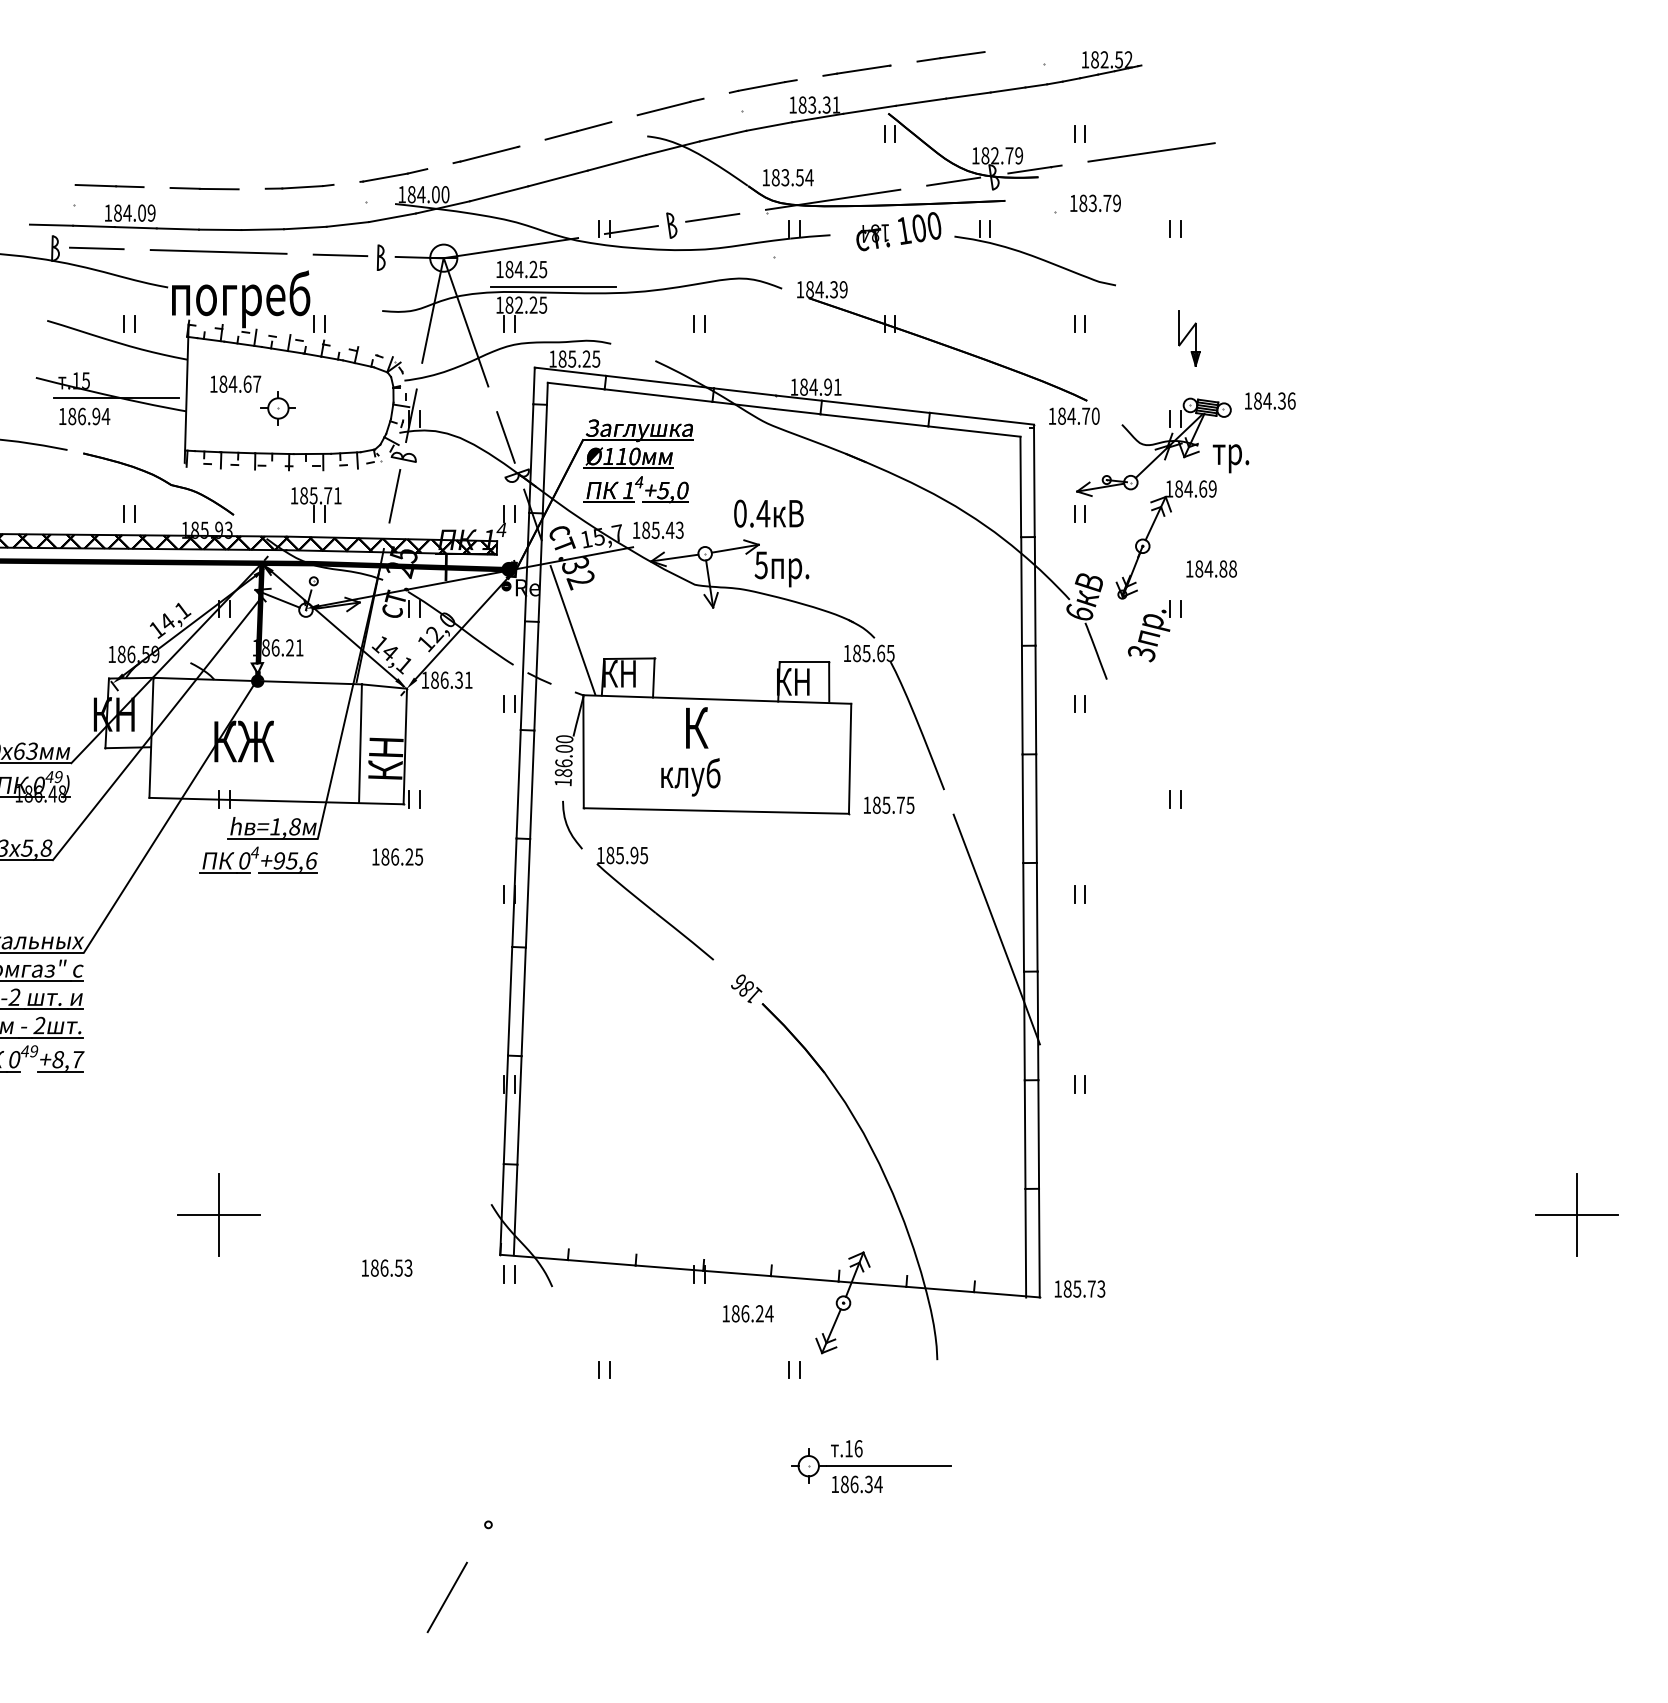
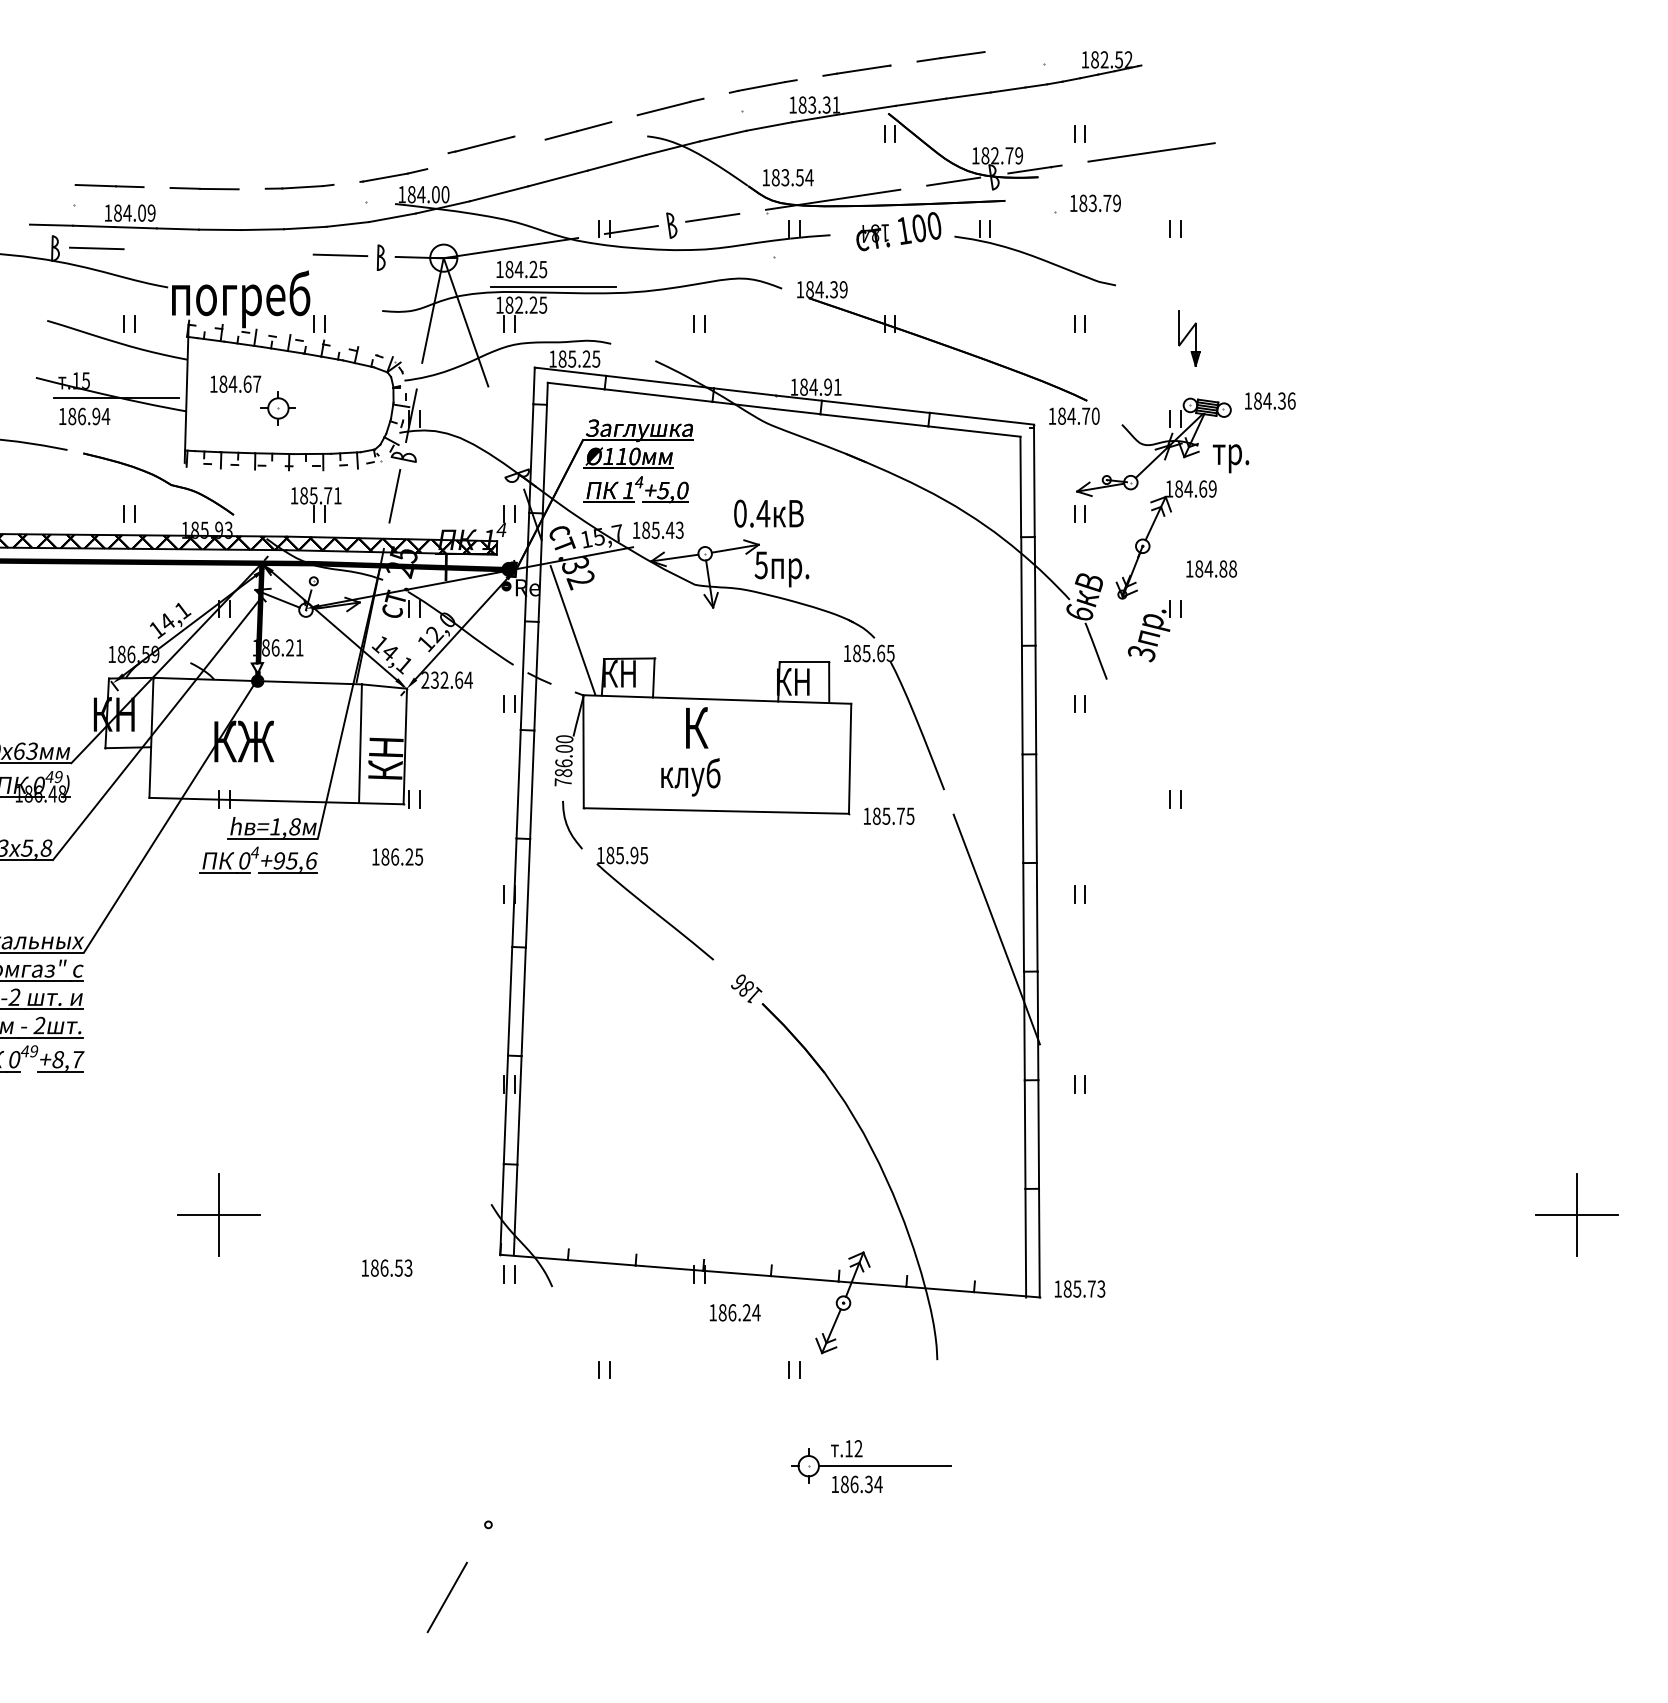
line at (486, 154) position: (486, 154) -> (481, 144)
line at (218, 251): present -> none
line at (505, 437): present -> none
text at (446, 679): 186.31 -> 232.64
text at (562, 782): 186.00 -> 786.00
text at (889, 804) position: (889, 804) -> (889, 815)
text at (747, 1313) position: (747, 1313) -> (734, 1312)
text at (858, 1448): .16 -> .12
